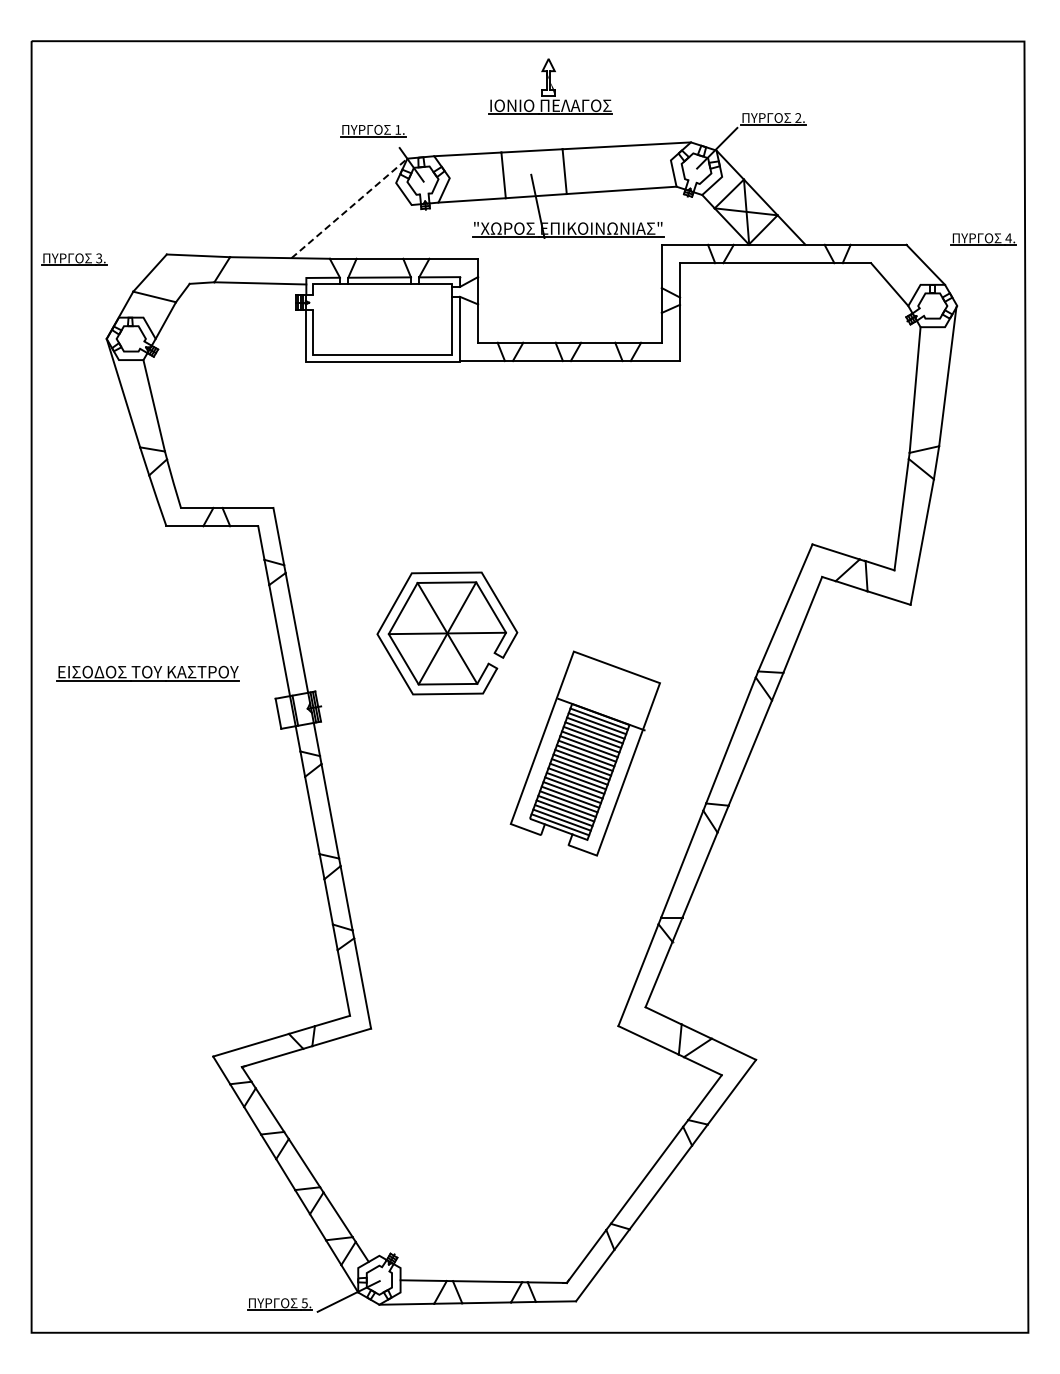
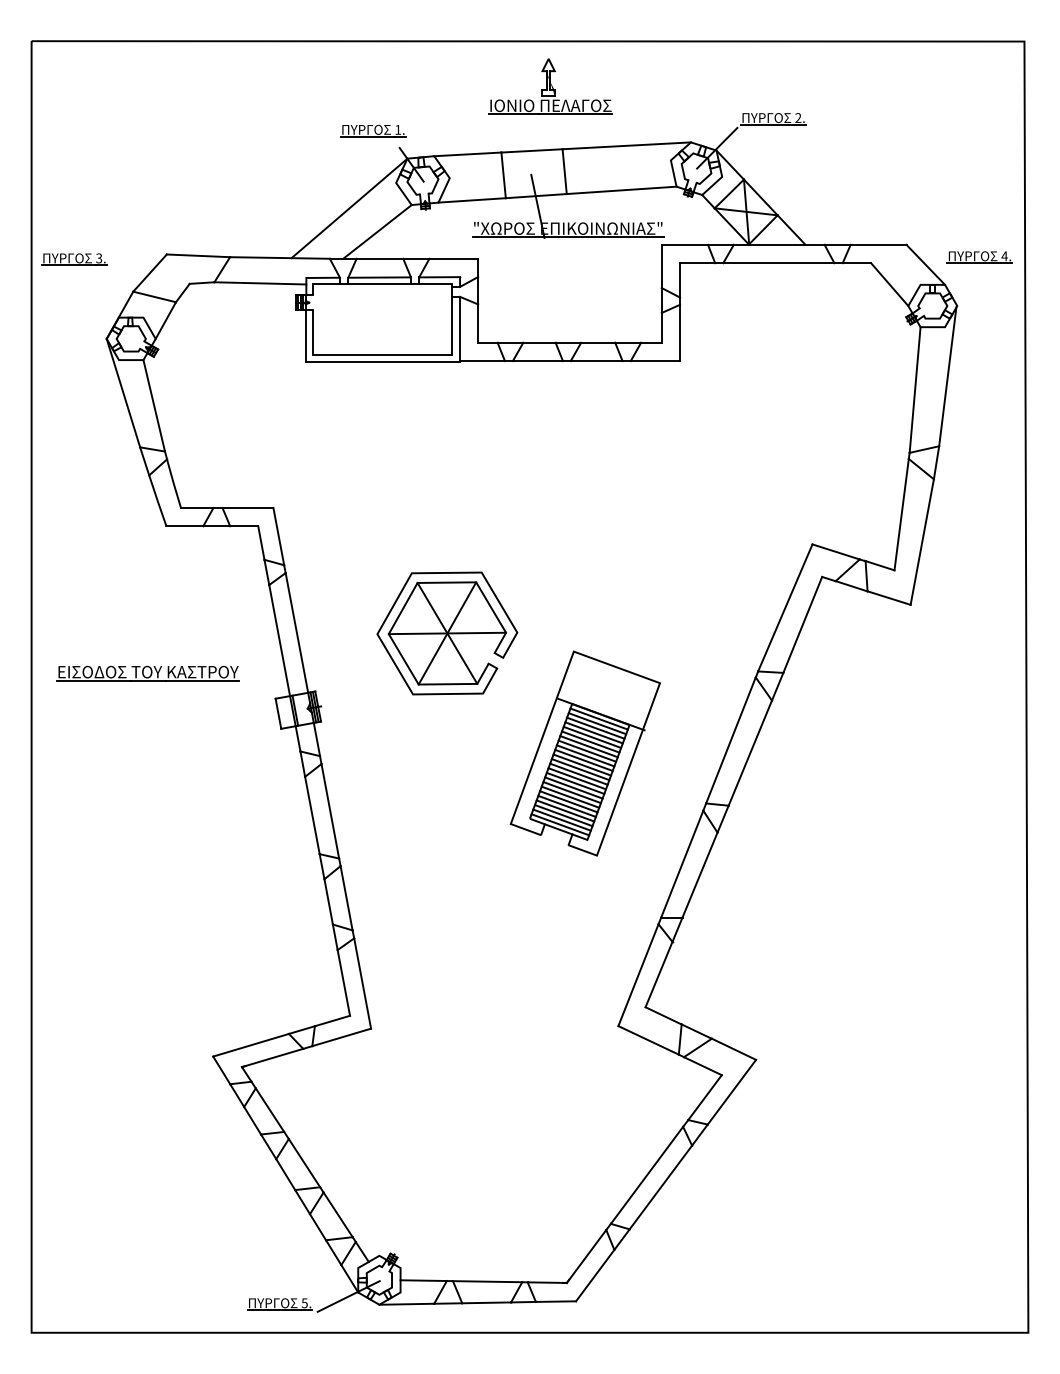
line at (349, 208): dashed -> solid
line at (377, 231): none -> present
part at (983, 239) position: (983, 239) -> (979, 257)
